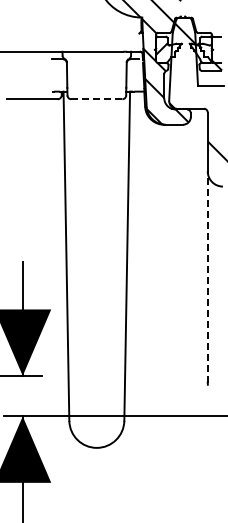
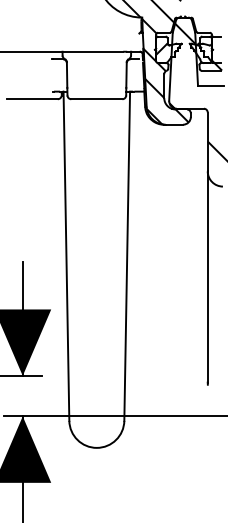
line at (96, 99): dashed -> solid
line at (207, 277): dashed -> solid
